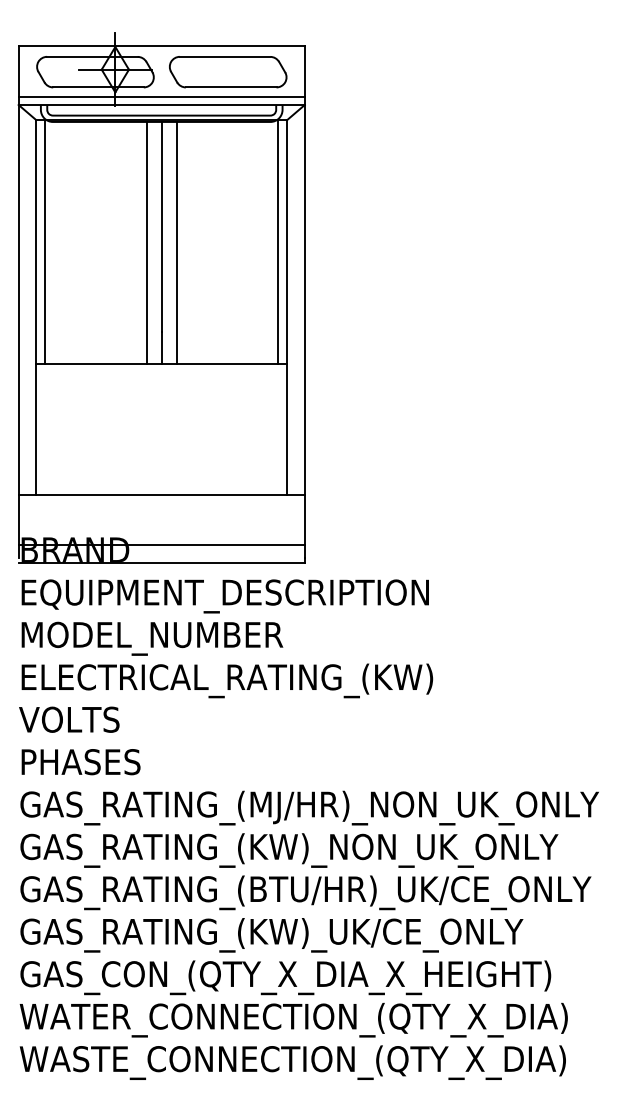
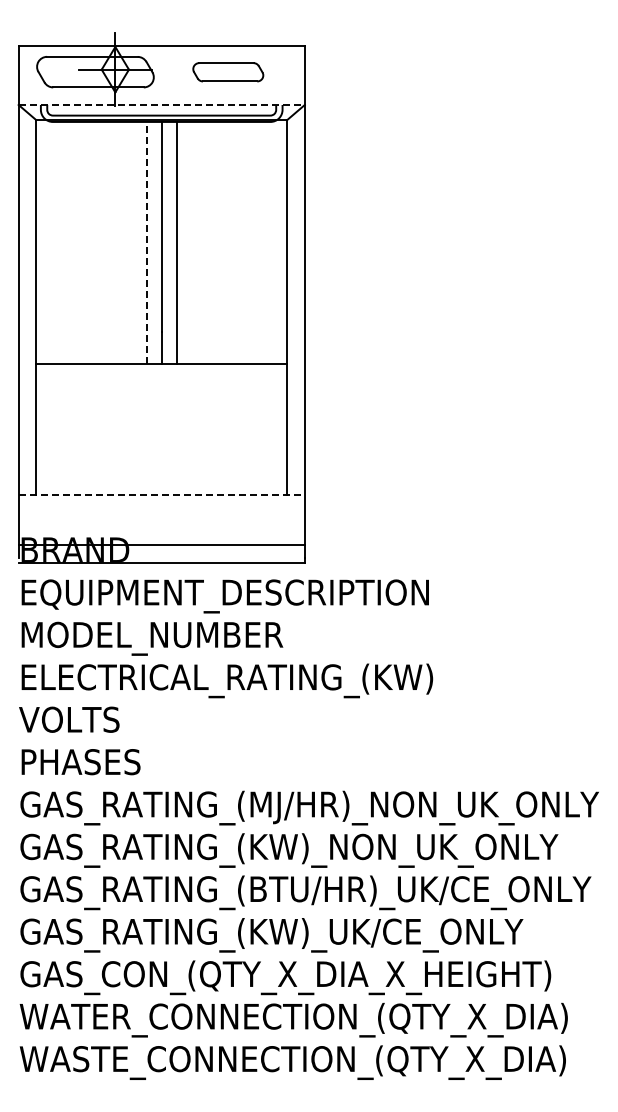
part at (228, 72) size: 119x33 px -> 73x21 px
line at (161, 97): present -> none
line at (162, 104): solid -> dashed
line at (45, 241): present -> none
line at (277, 241): present -> none
line at (146, 242): solid -> dashed
line at (162, 494): solid -> dashed
